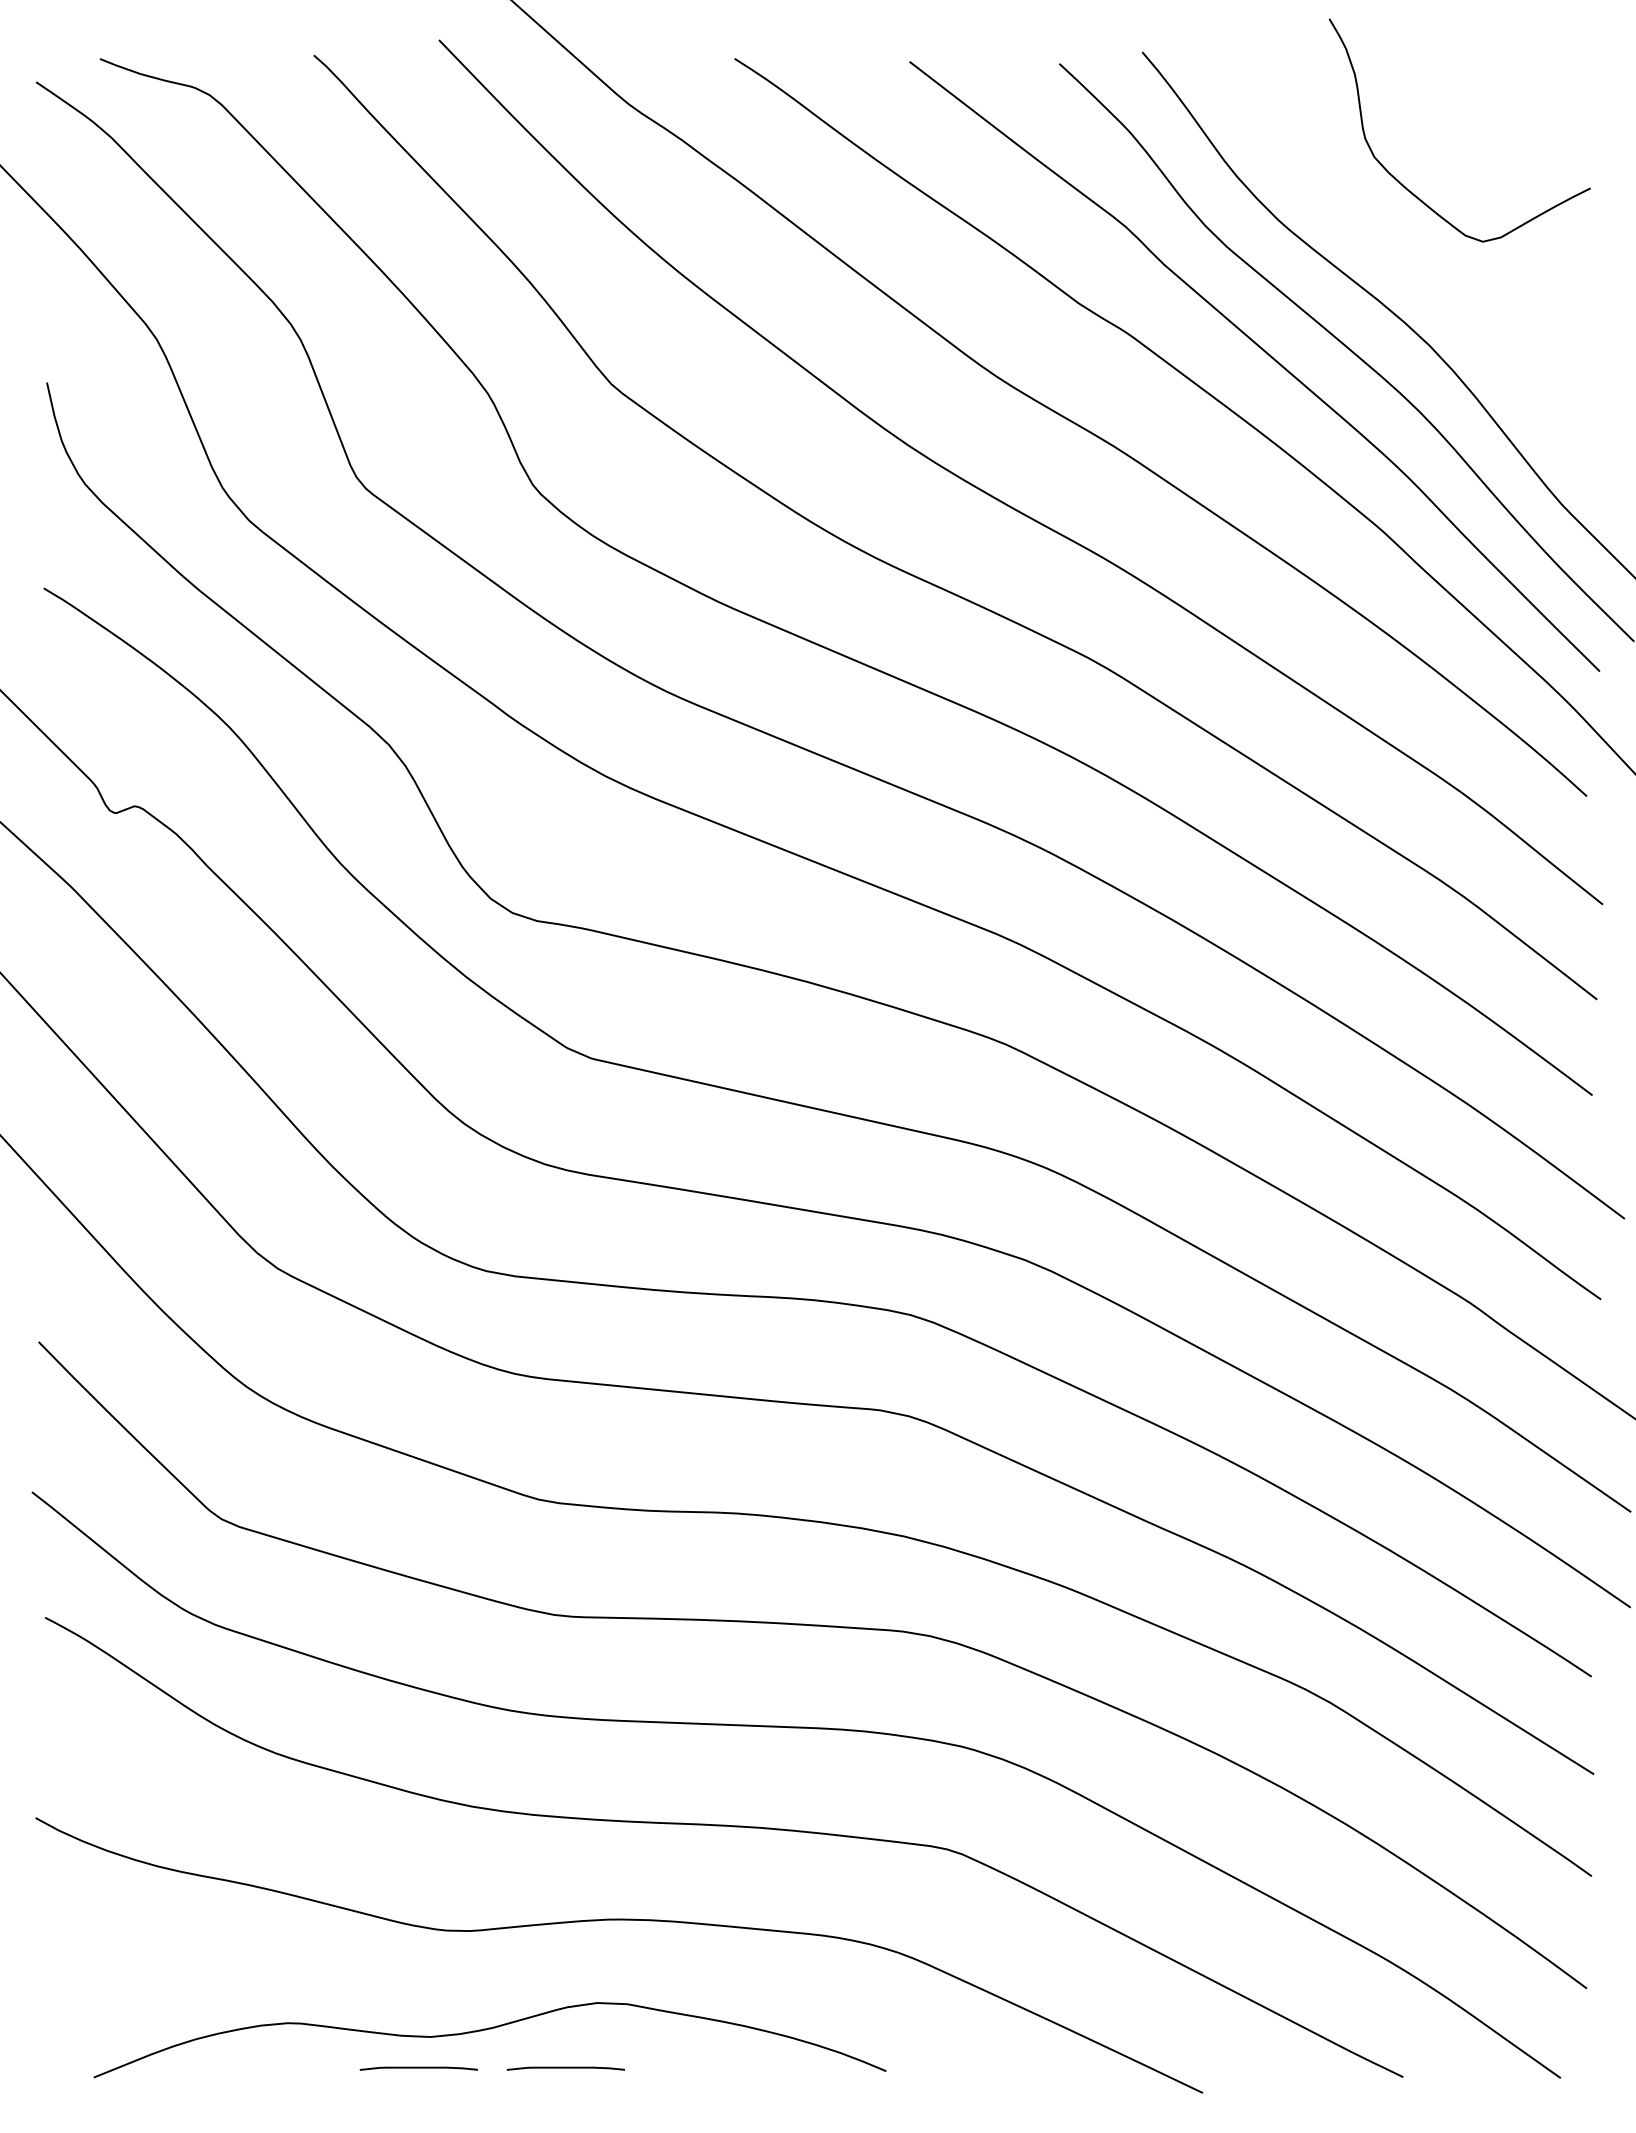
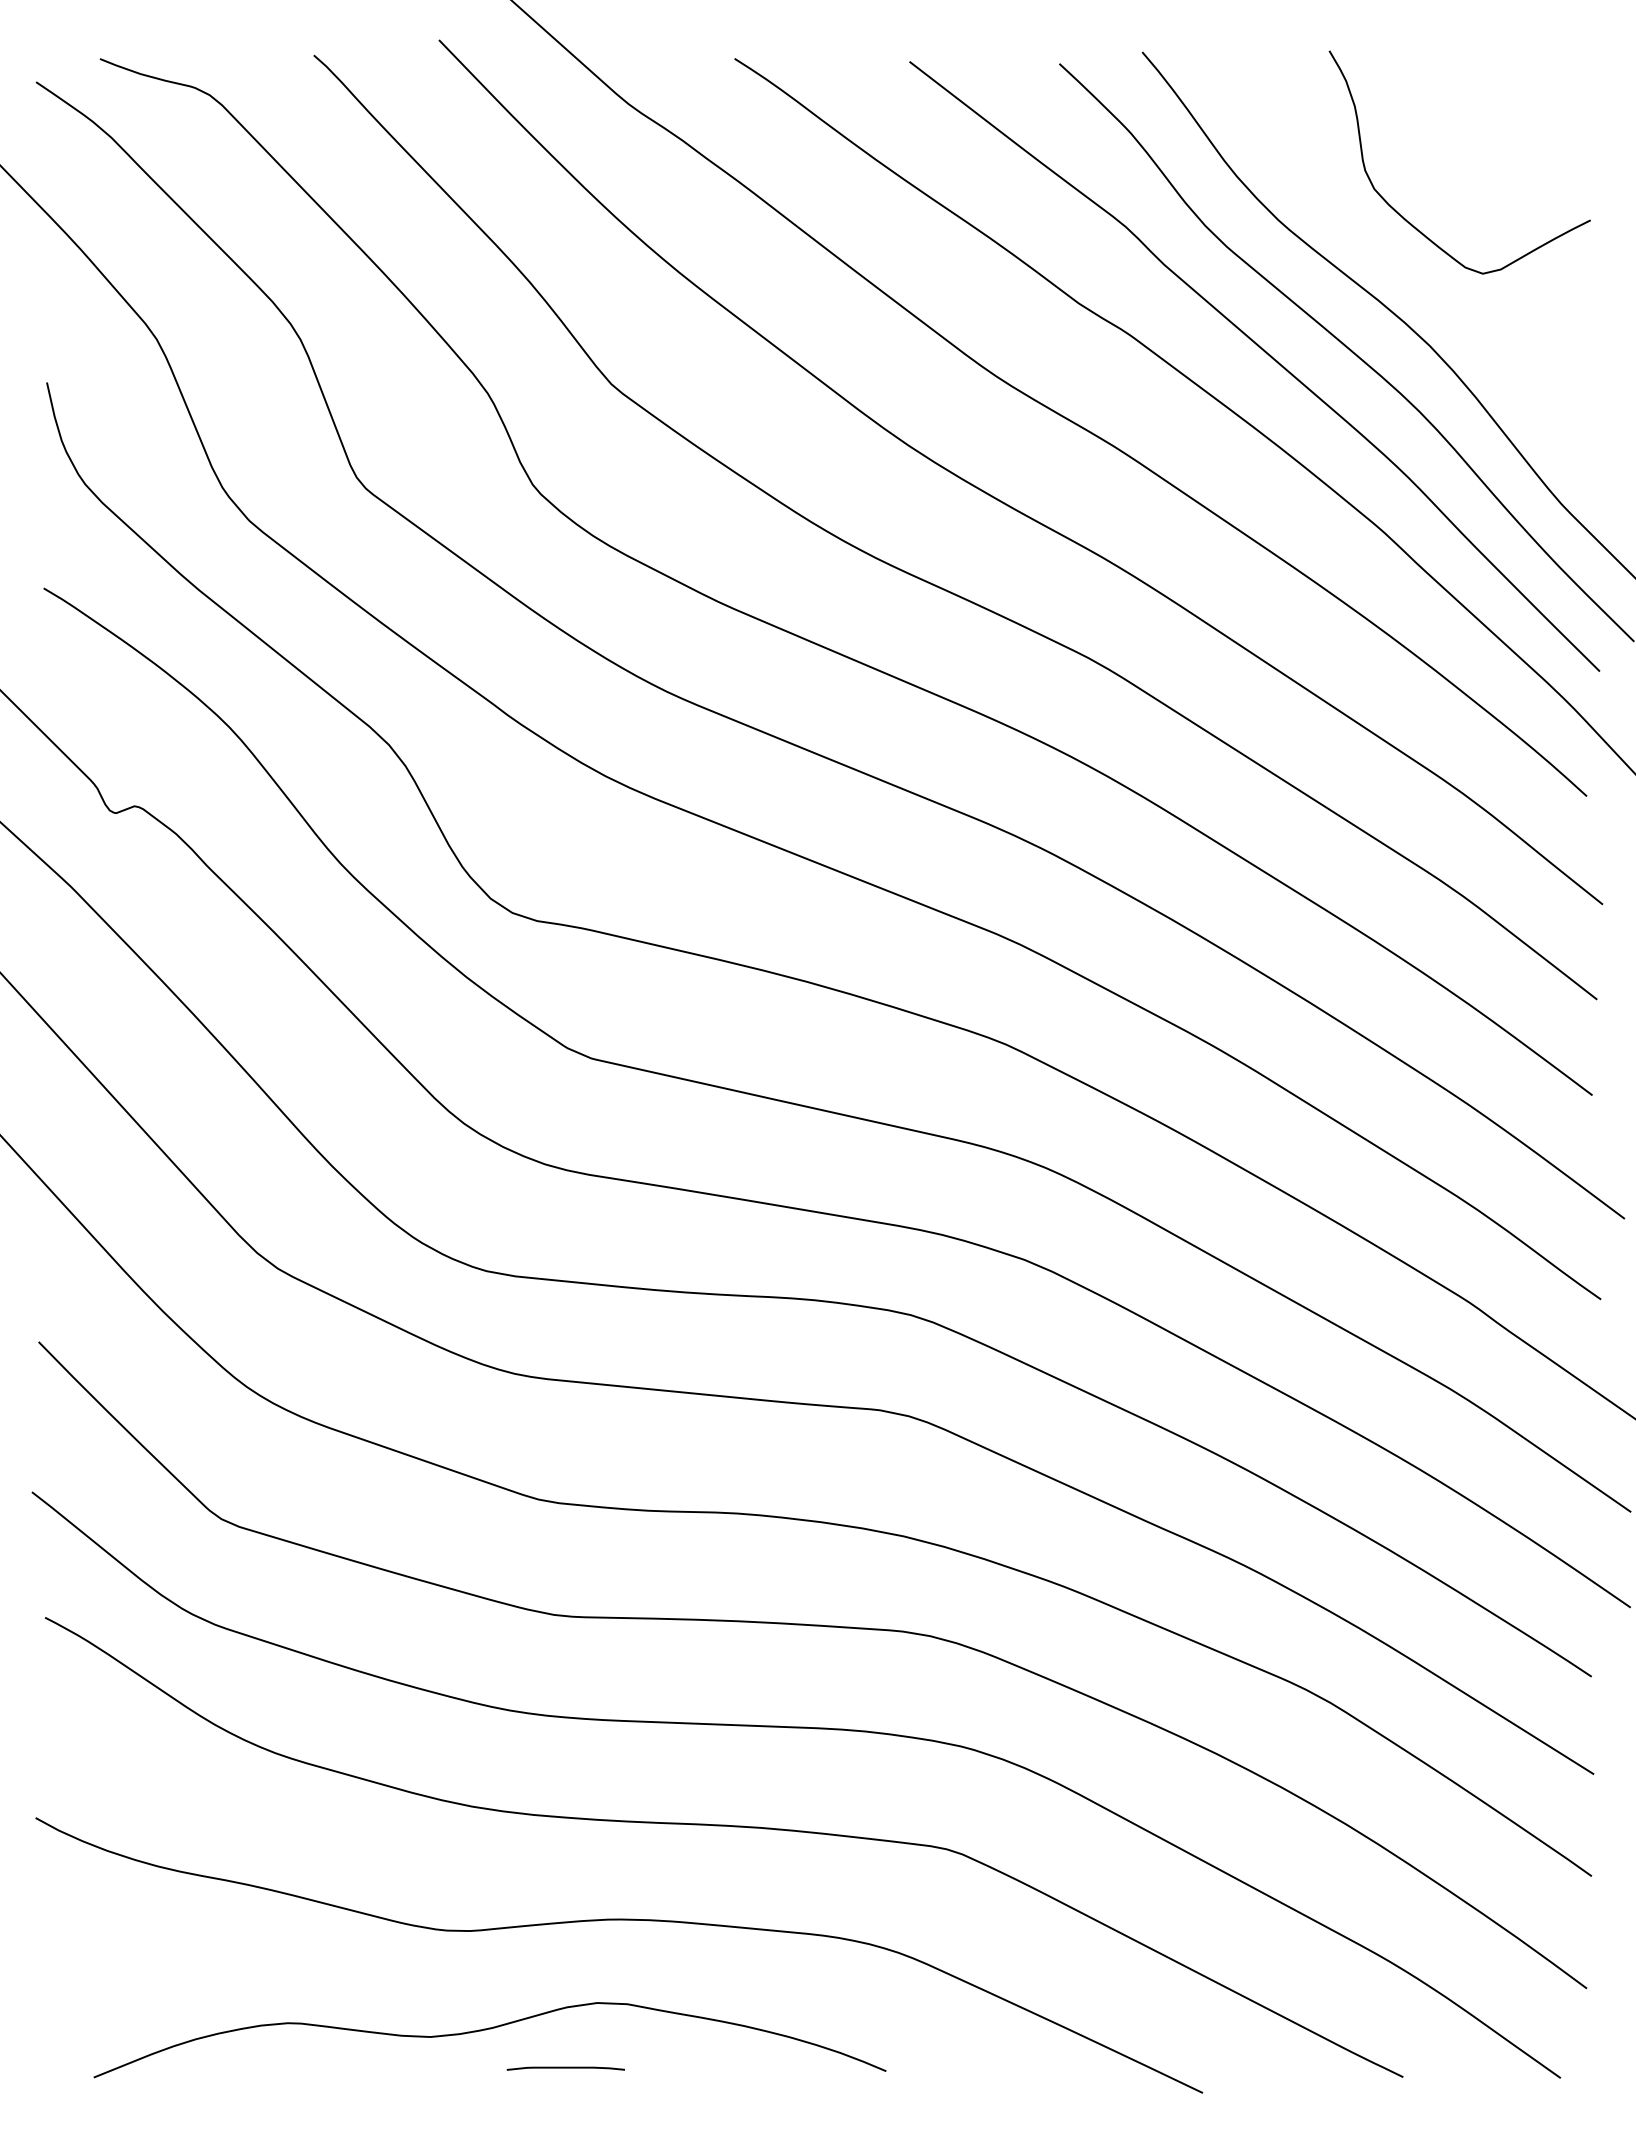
curve at (1410, 190) position: (1410, 190) -> (1410, 222)
curve at (418, 2068): present -> none
